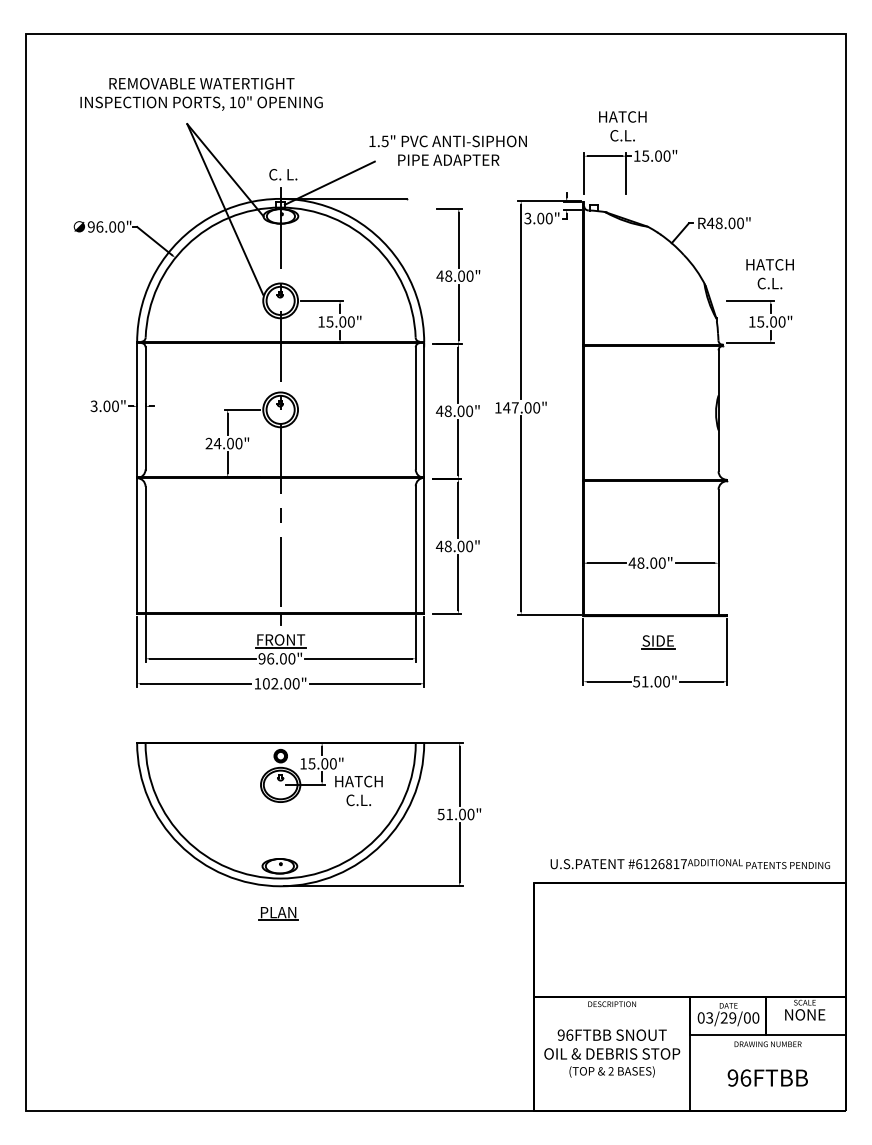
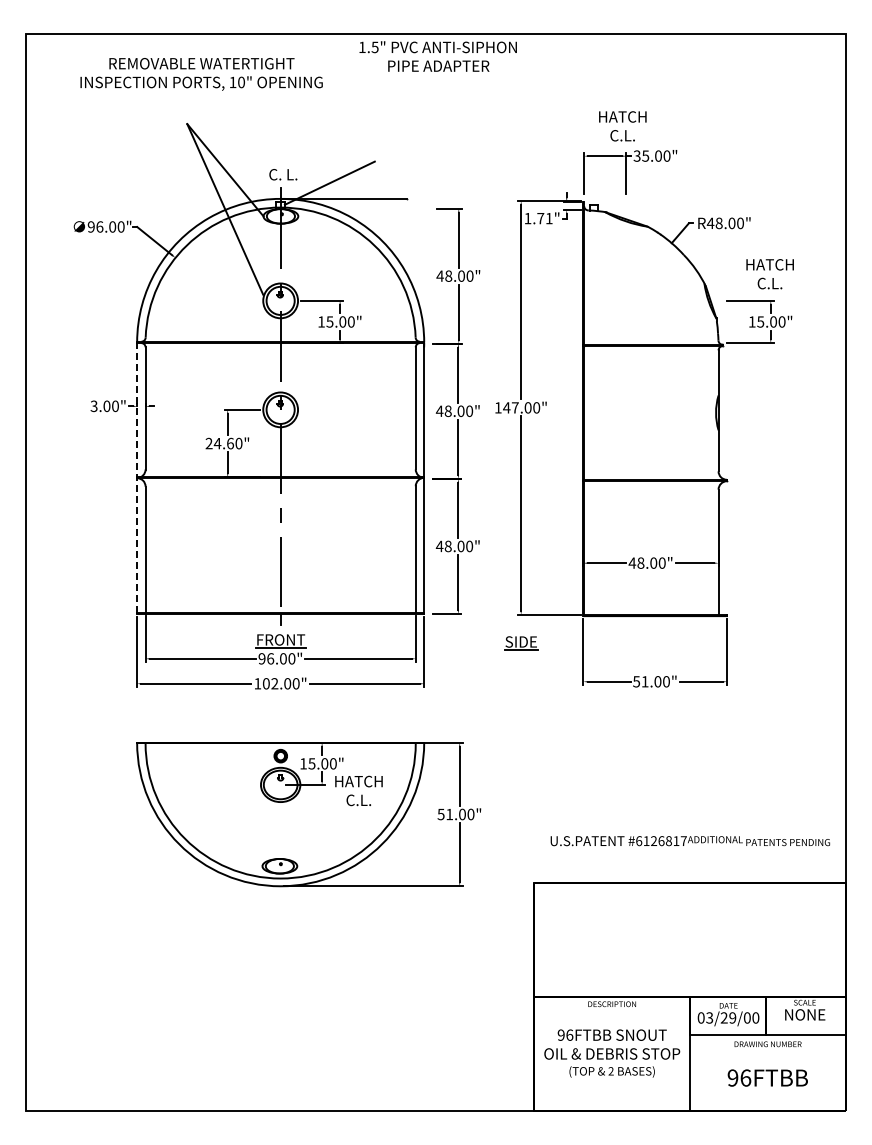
text at (201, 94) position: (201, 94) -> (201, 74)
text at (447, 150) position: (447, 150) -> (437, 56)
text at (636, 155): 15.00" -> 35.00"
text at (538, 218): 3.00" -> 1.71"
text at (230, 443): 24.00" -> 24.60"
line at (137, 478): solid -> dashed
part at (658, 642) position: (658, 642) -> (521, 643)
text at (690, 864) position: (690, 864) -> (690, 841)
part at (278, 913): present -> none
